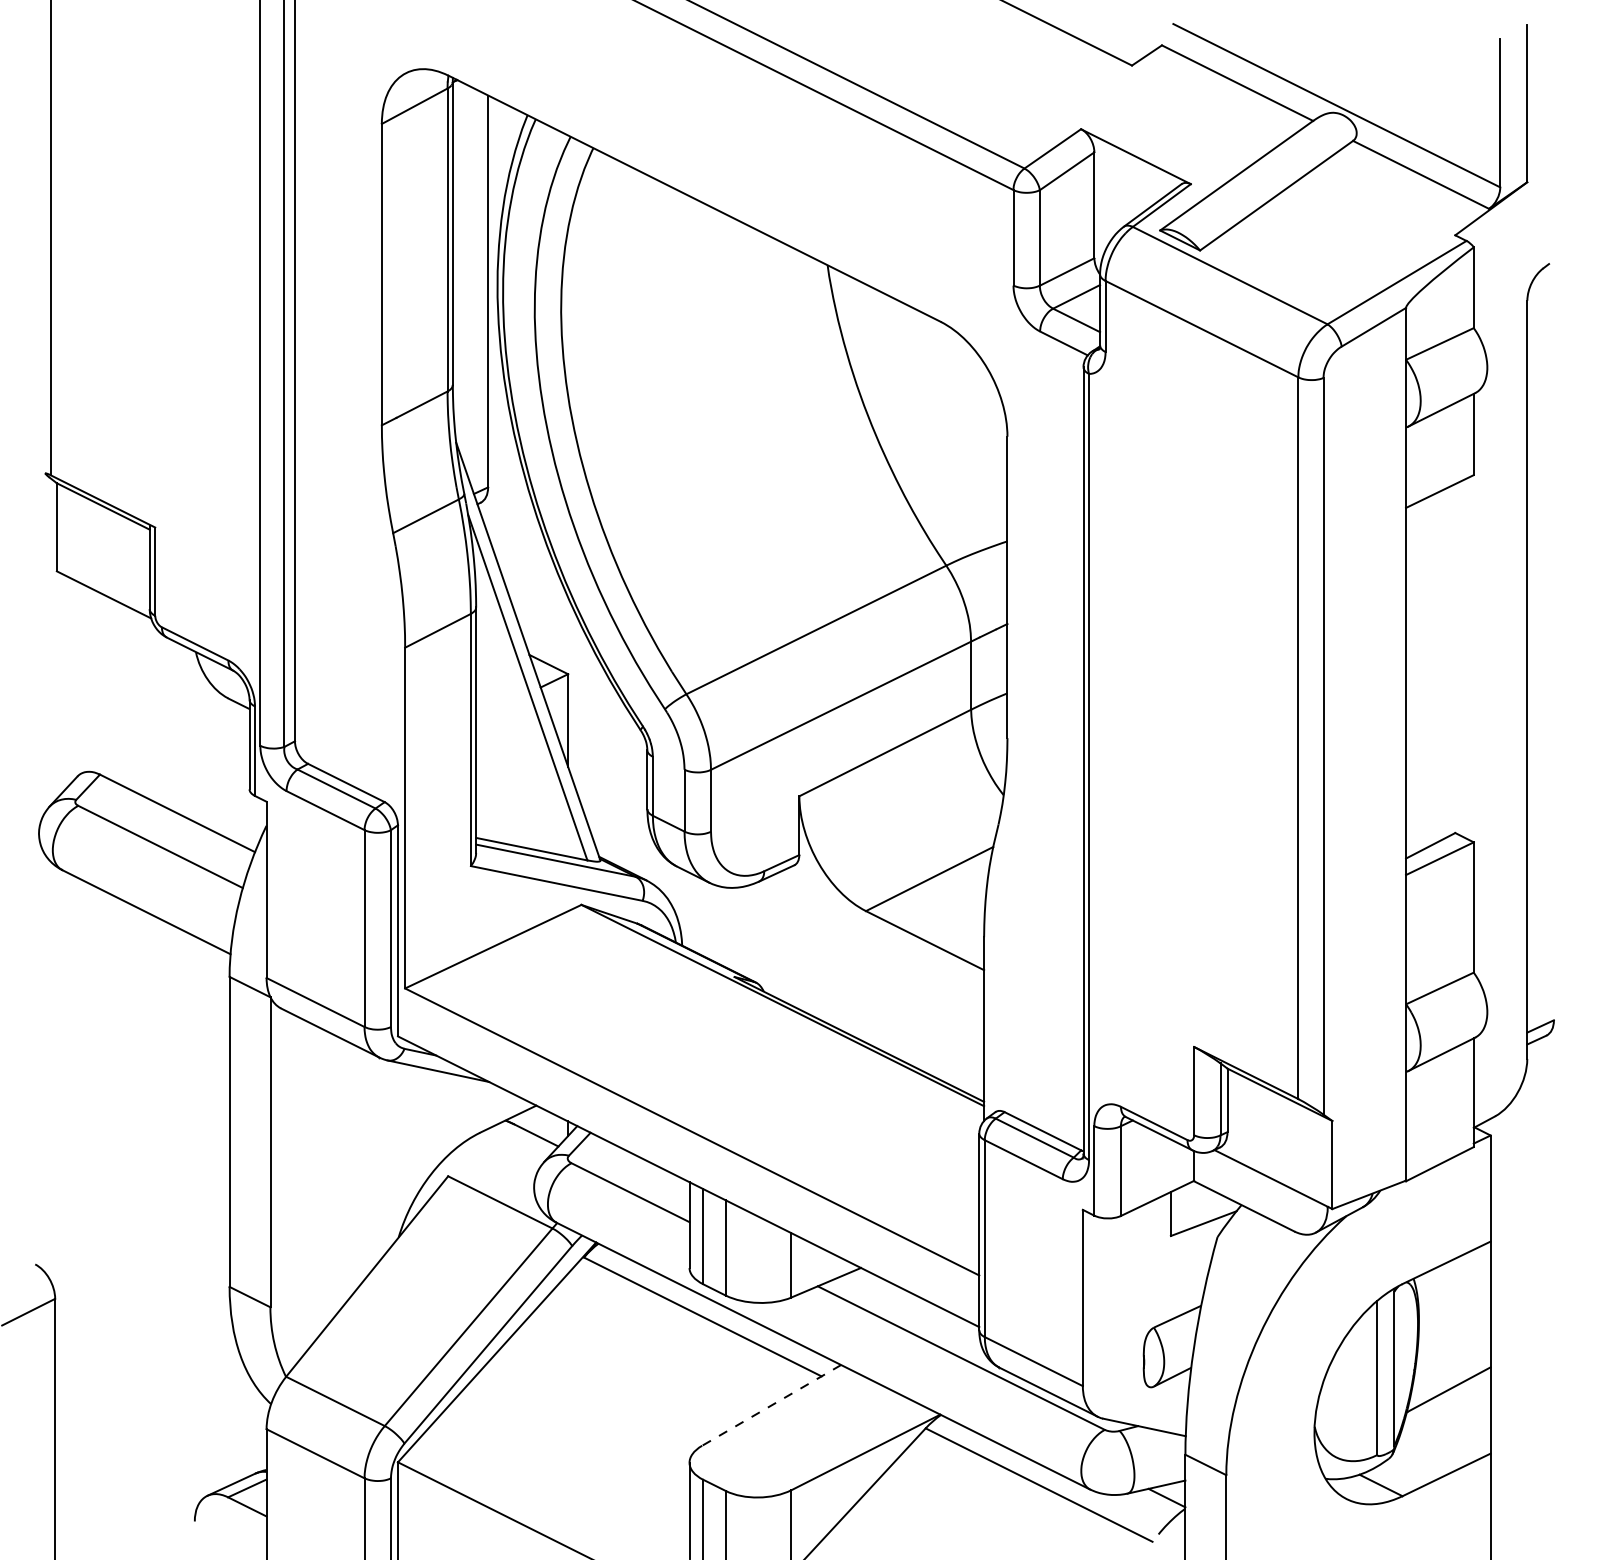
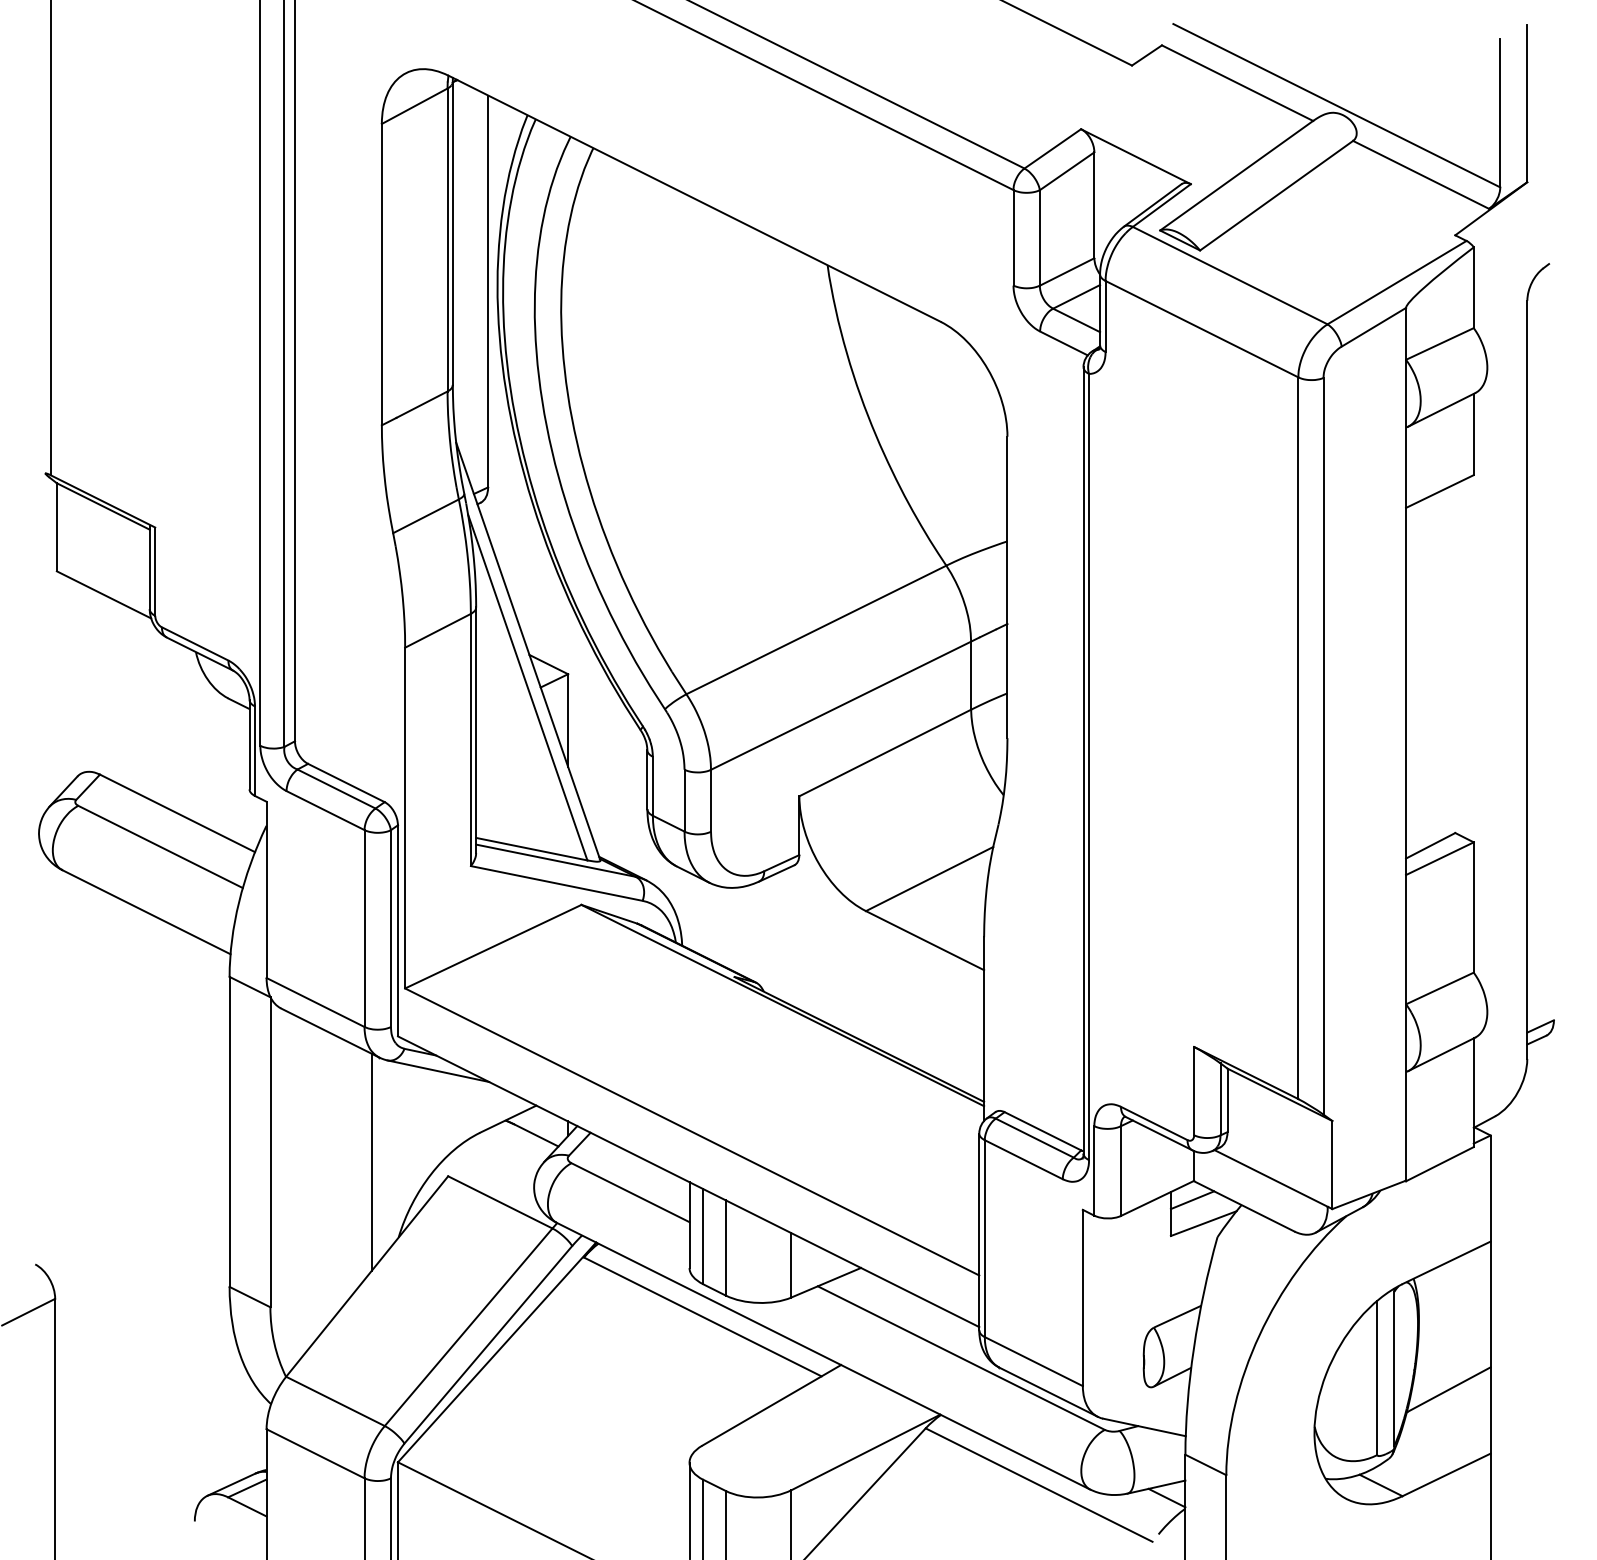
line at (371, 1162): none -> present
line at (1192, 1200): none -> present
line at (771, 1405): dashed -> solid
